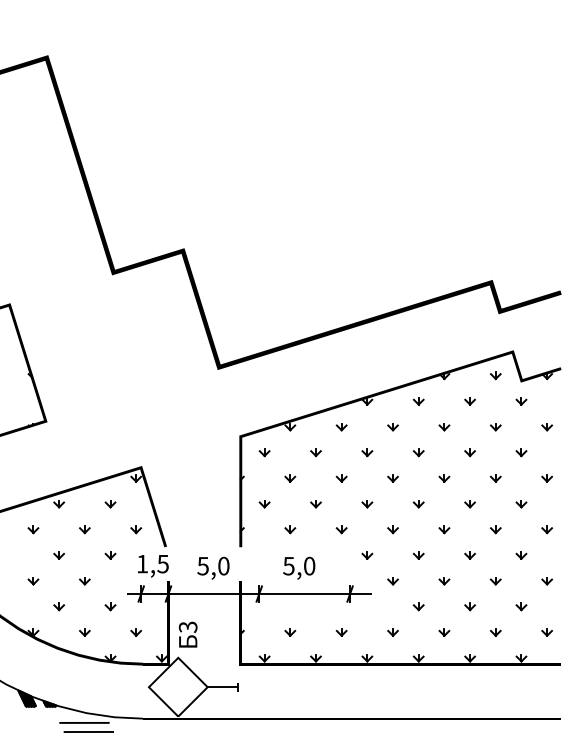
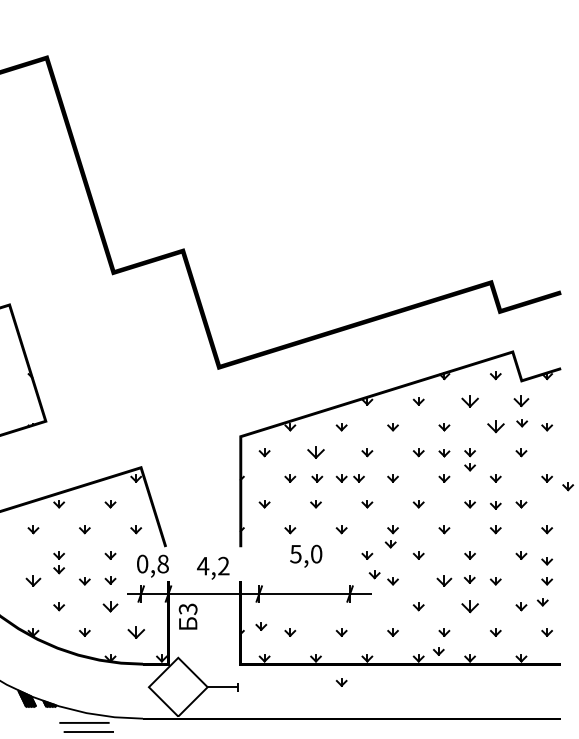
part at (469, 401) size: 12x9 px -> 18x13 px
part at (521, 401) size: 13x9 px -> 17x13 px
part at (522, 423): none -> present
part at (495, 427) size: 13x9 px -> 18x14 px
part at (315, 452) size: 12x10 px -> 18x13 px
part at (444, 453): none -> present
part at (469, 467): none -> present
part at (317, 478): none -> present
part at (358, 478): none -> present
part at (568, 486): none -> present
part at (495, 505): none -> present
part at (390, 544): none -> present
part at (547, 561): none -> present
text at (152, 563): 1,5 -> 0,8
text at (213, 566): 5,0 -> 4,2
text at (299, 567) position: (299, 567) -> (306, 555)
part at (59, 569): none -> present
part at (374, 574): none -> present
part at (469, 579): none -> present
part at (110, 580): none -> present
part at (33, 581) size: 13x9 px -> 17x12 px
part at (444, 581) size: 13x9 px -> 17x12 px
part at (542, 602): none -> present
part at (110, 606) size: 13x10 px -> 17x12 px
part at (469, 606) size: 12x10 px -> 18x14 px
part at (261, 626): none -> present
part at (135, 632) size: 12x9 px -> 18x13 px
text at (187, 634) position: (187, 634) -> (187, 616)
part at (438, 651): none -> present
part at (341, 682): none -> present
